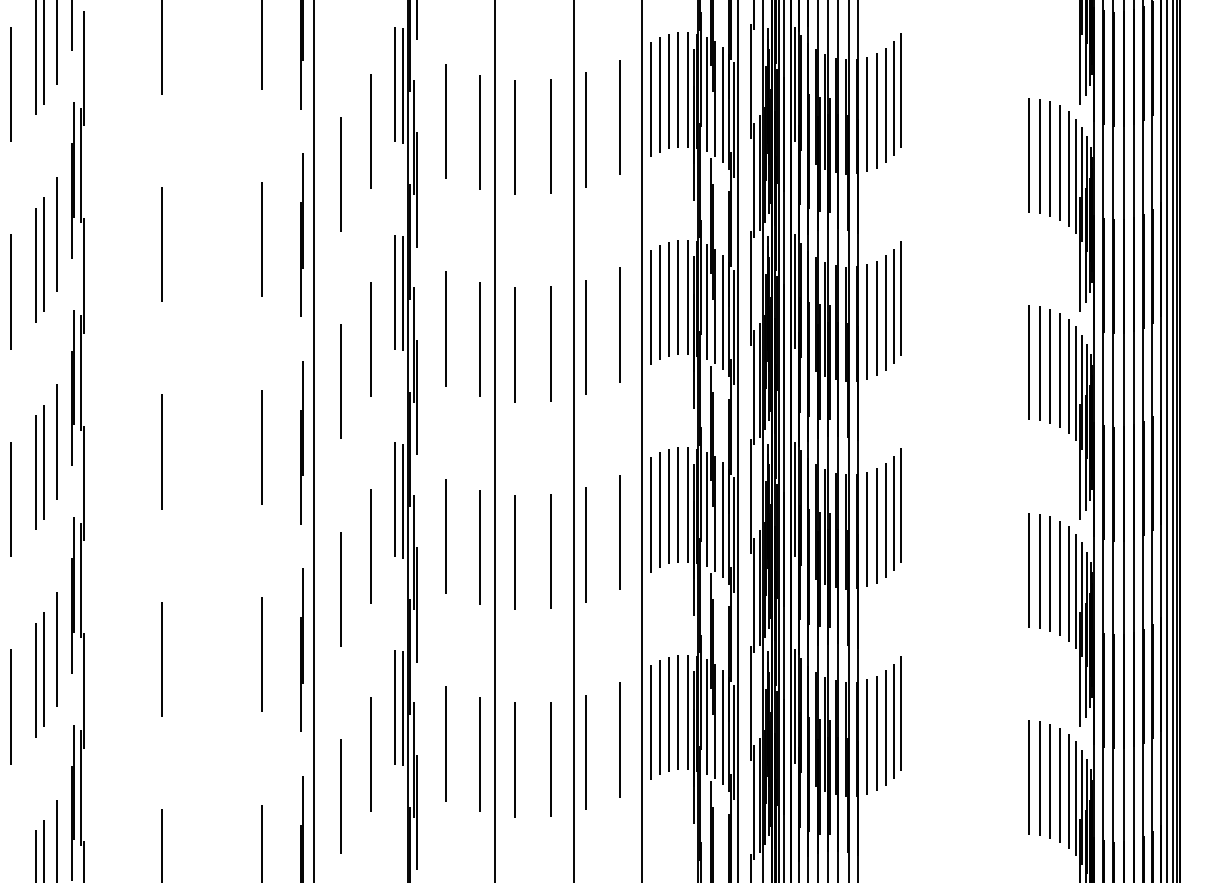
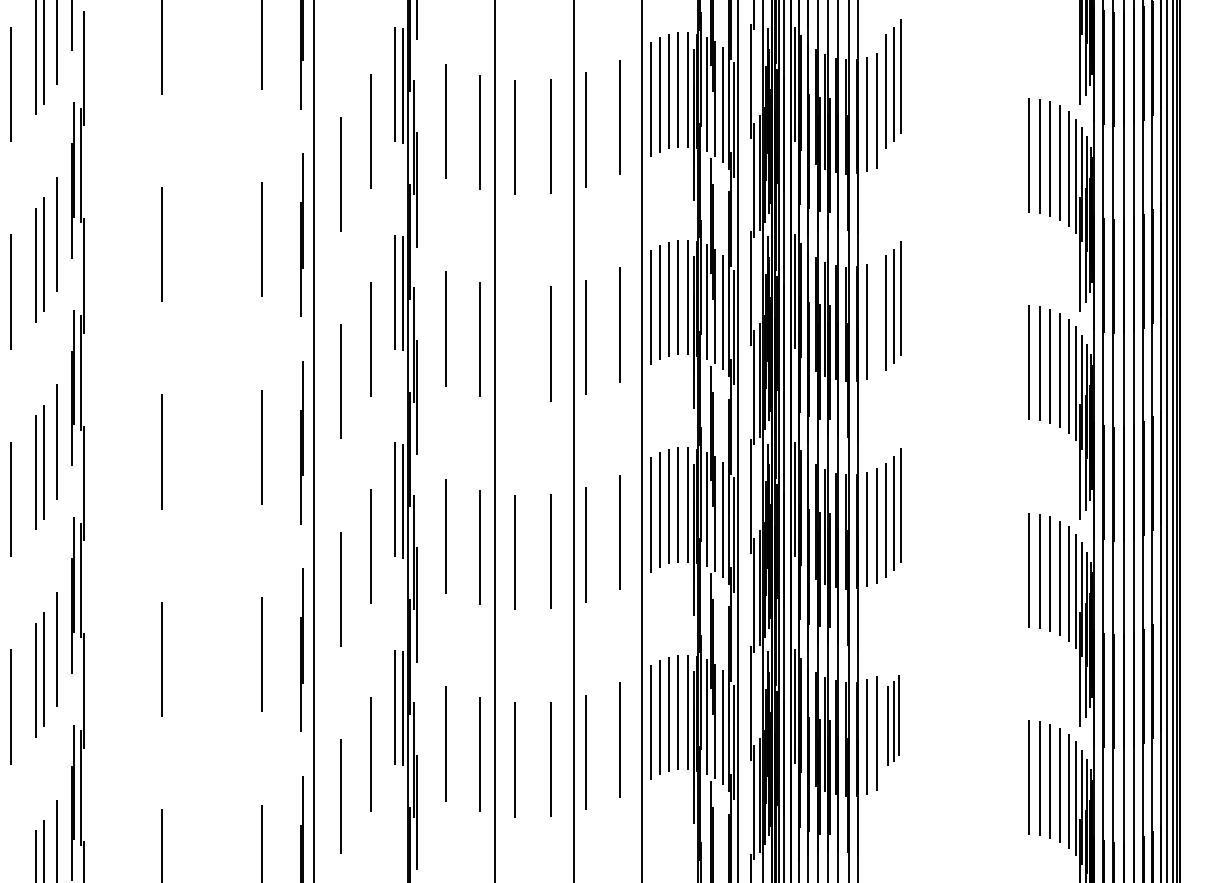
part at (893, 97) position: (893, 97) -> (893, 83)
line at (876, 318): present -> none
line at (515, 344): present -> none
part at (893, 720) size: 17x130 px -> 13x91 px
